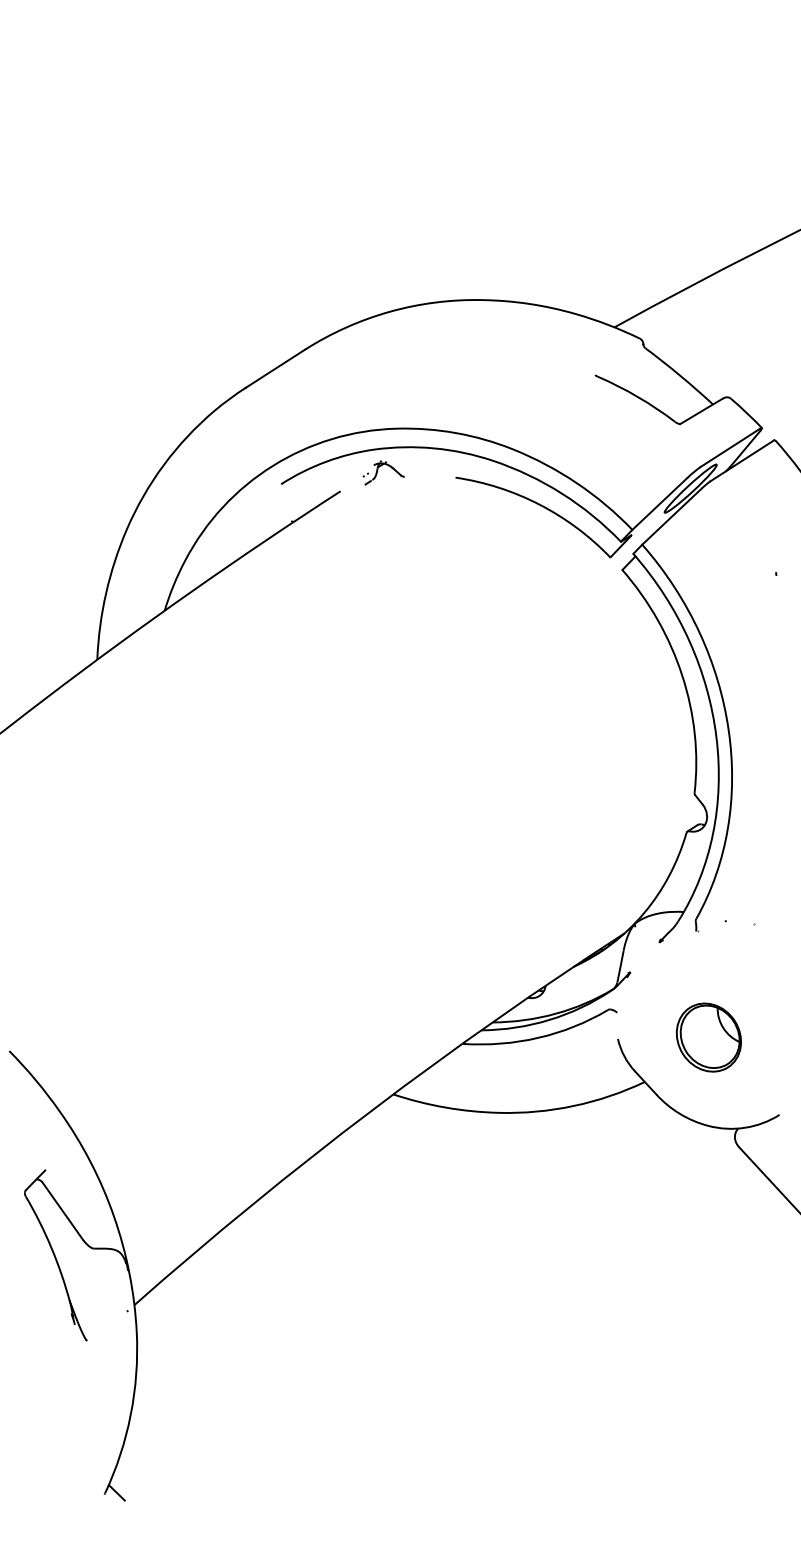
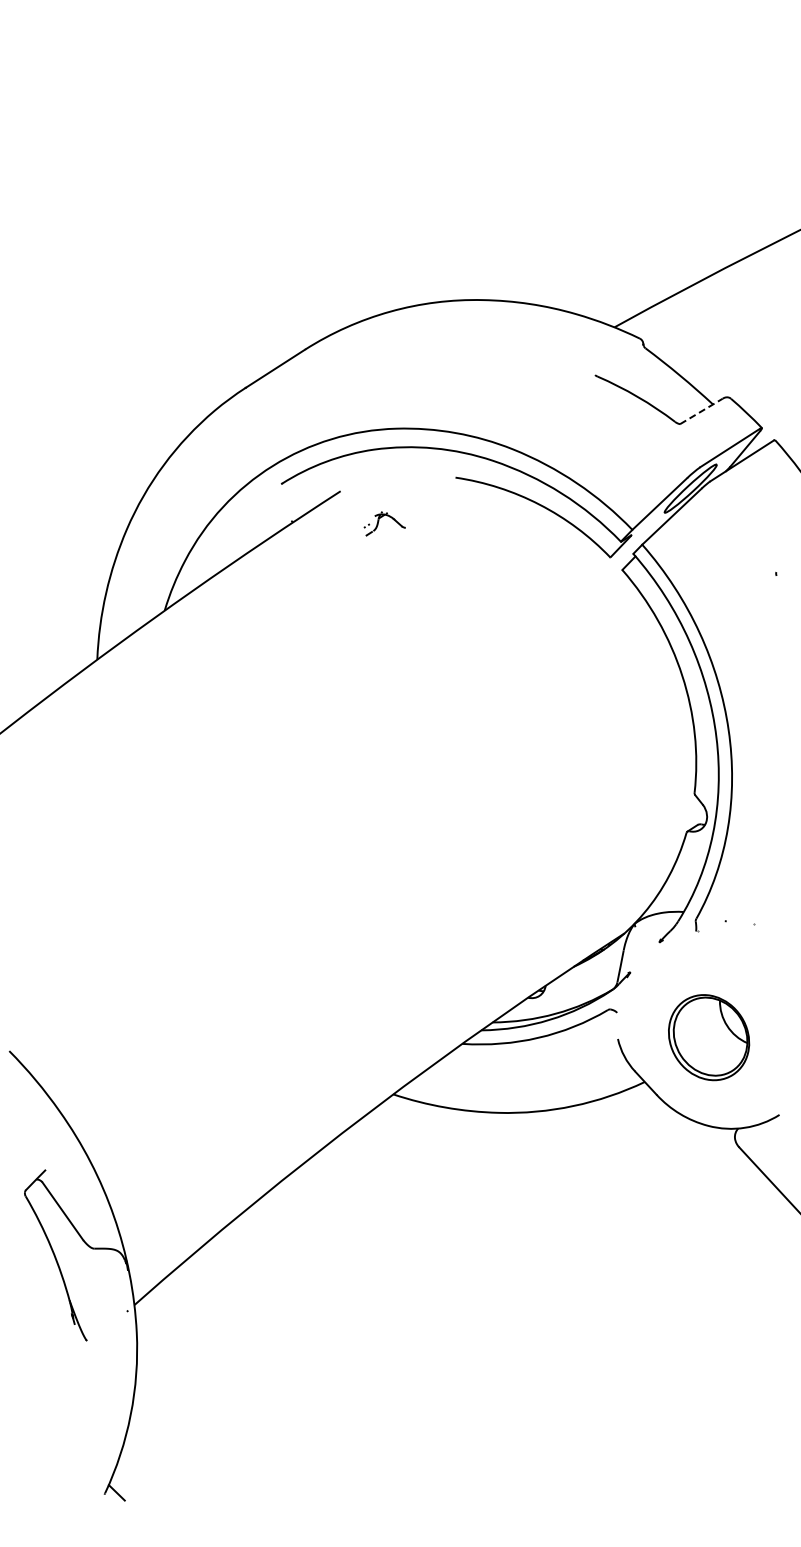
line at (701, 411): solid -> dashed
part at (383, 472) position: (383, 472) -> (384, 523)
part at (708, 1037) size: 67x71 px -> 83x88 px
